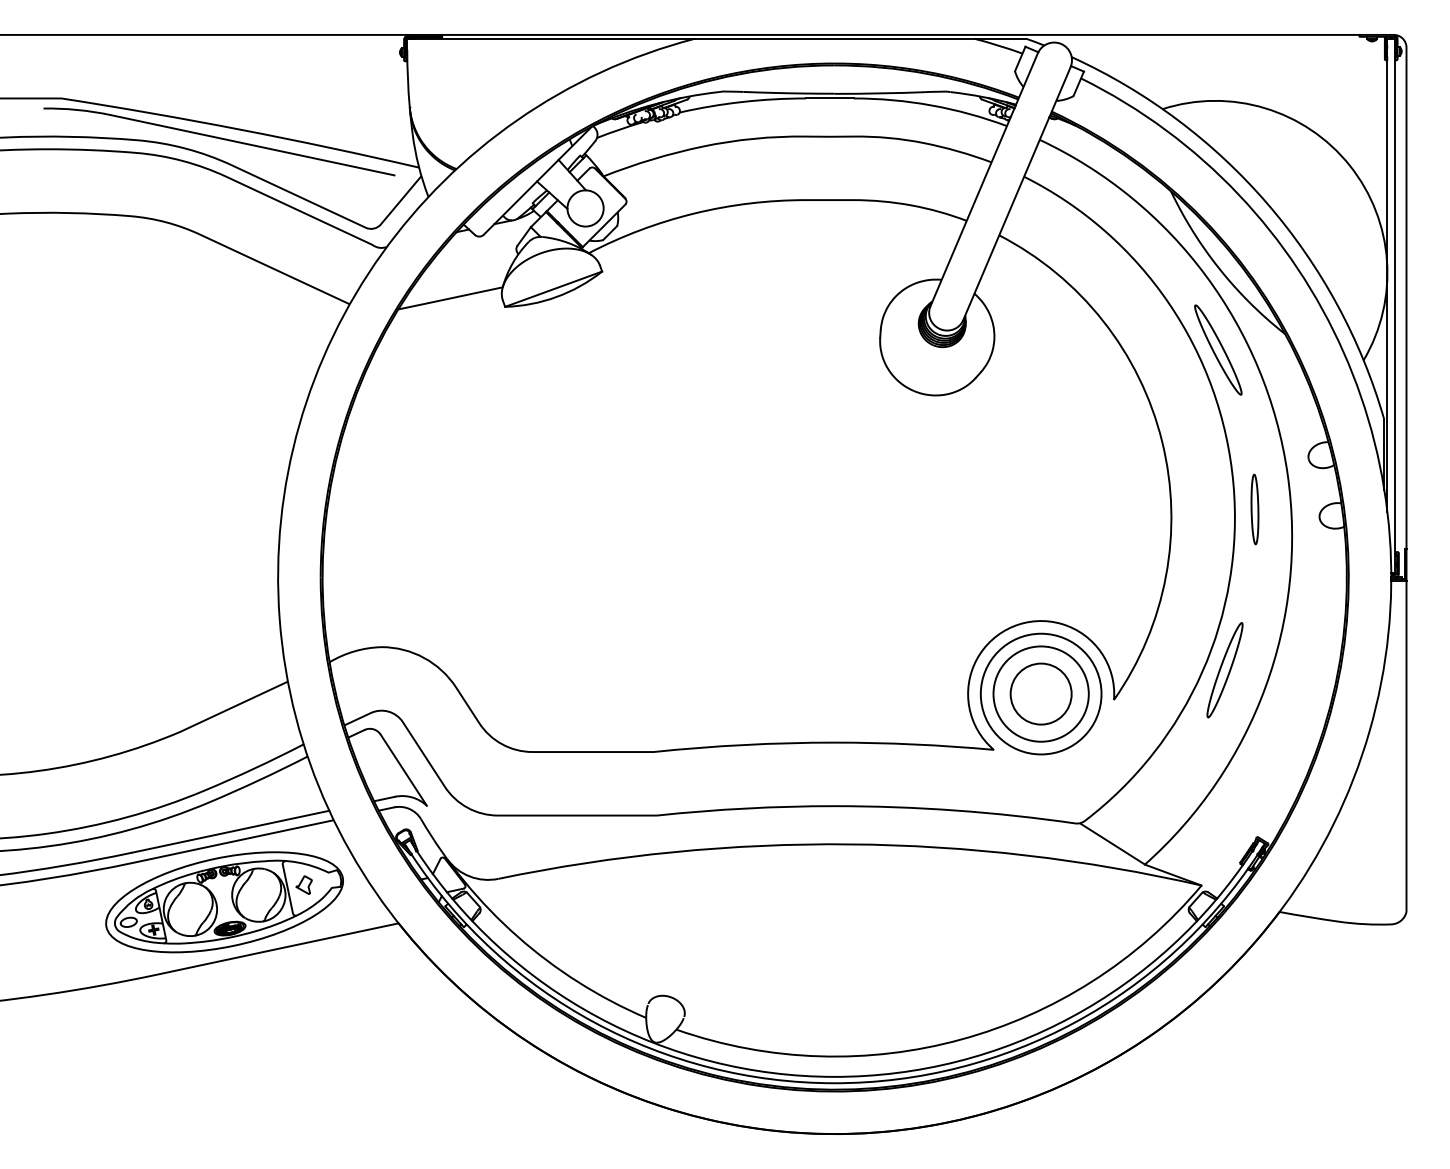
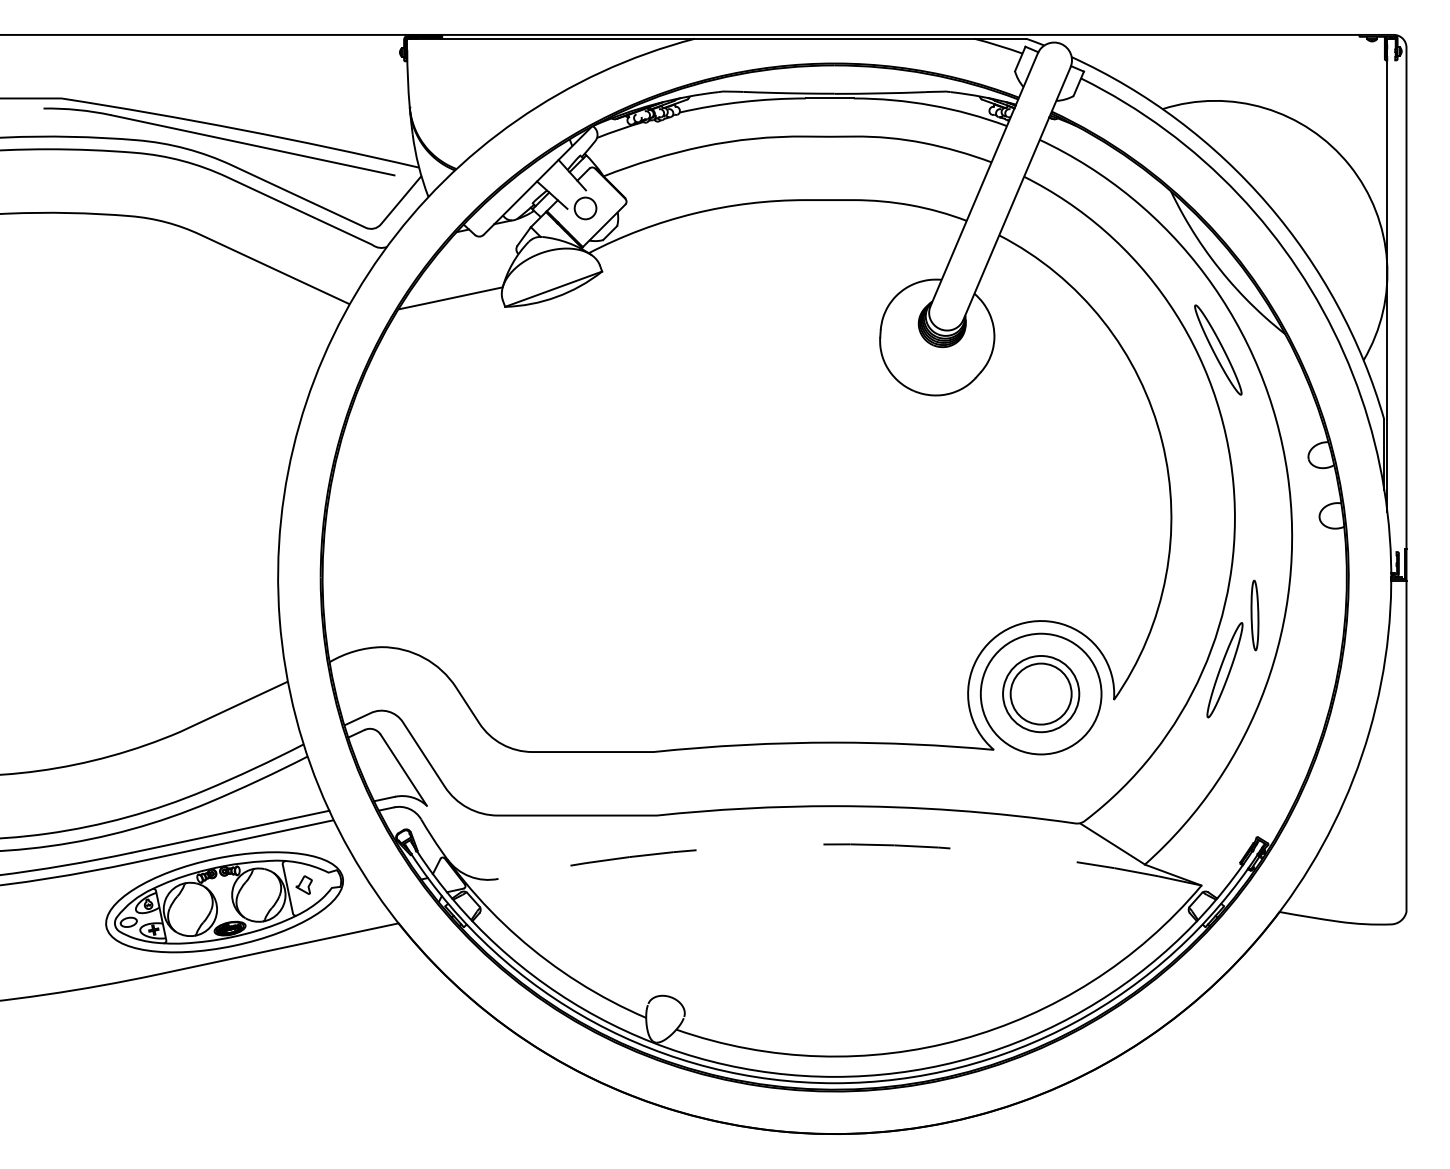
circle at (585, 208) diameter: 36 px -> 22 px
line at (1395, 306): present -> none
part at (1254, 509) position: (1254, 509) -> (1254, 615)
circle at (1040, 693) diameter: 95 px -> 76 px
arc at (850, 844): solid -> dashed
